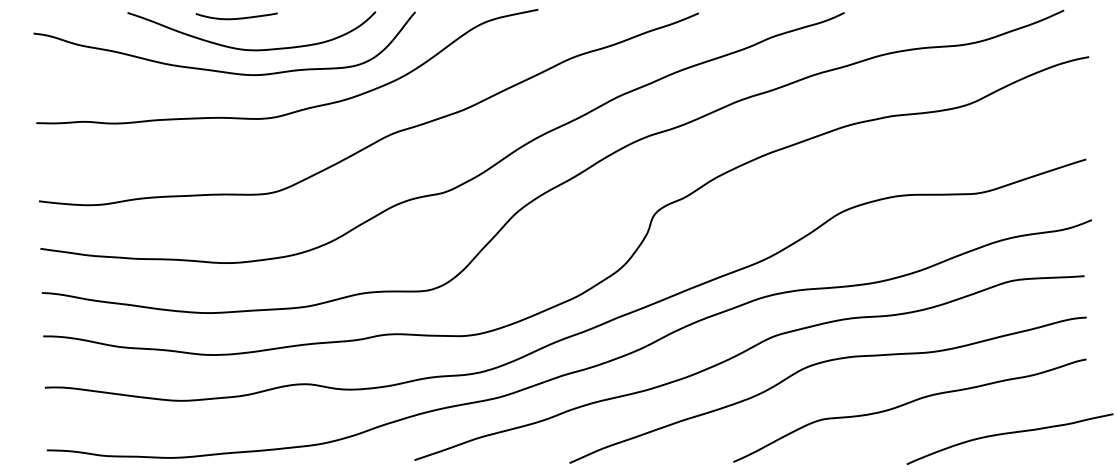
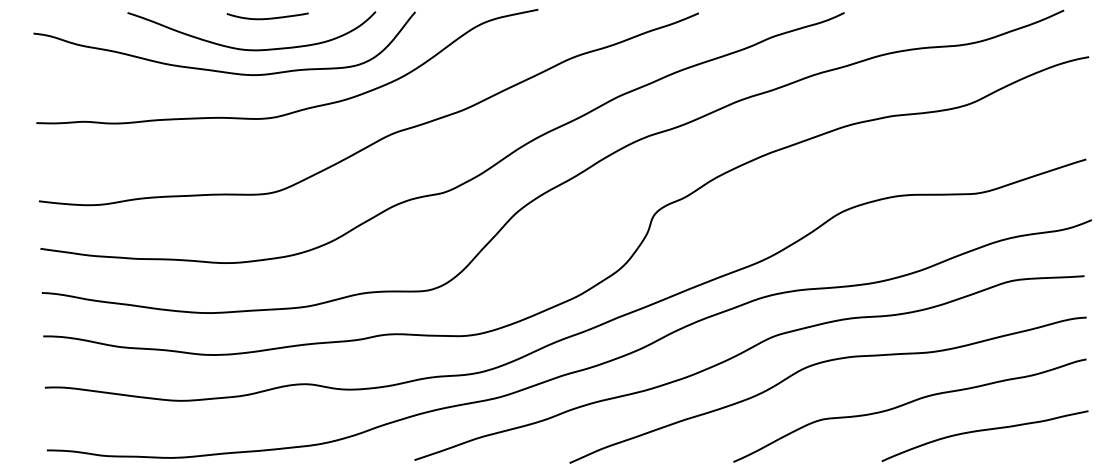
curve at (236, 18) position: (236, 18) -> (267, 18)
curve at (1008, 434) position: (1008, 434) -> (983, 431)
